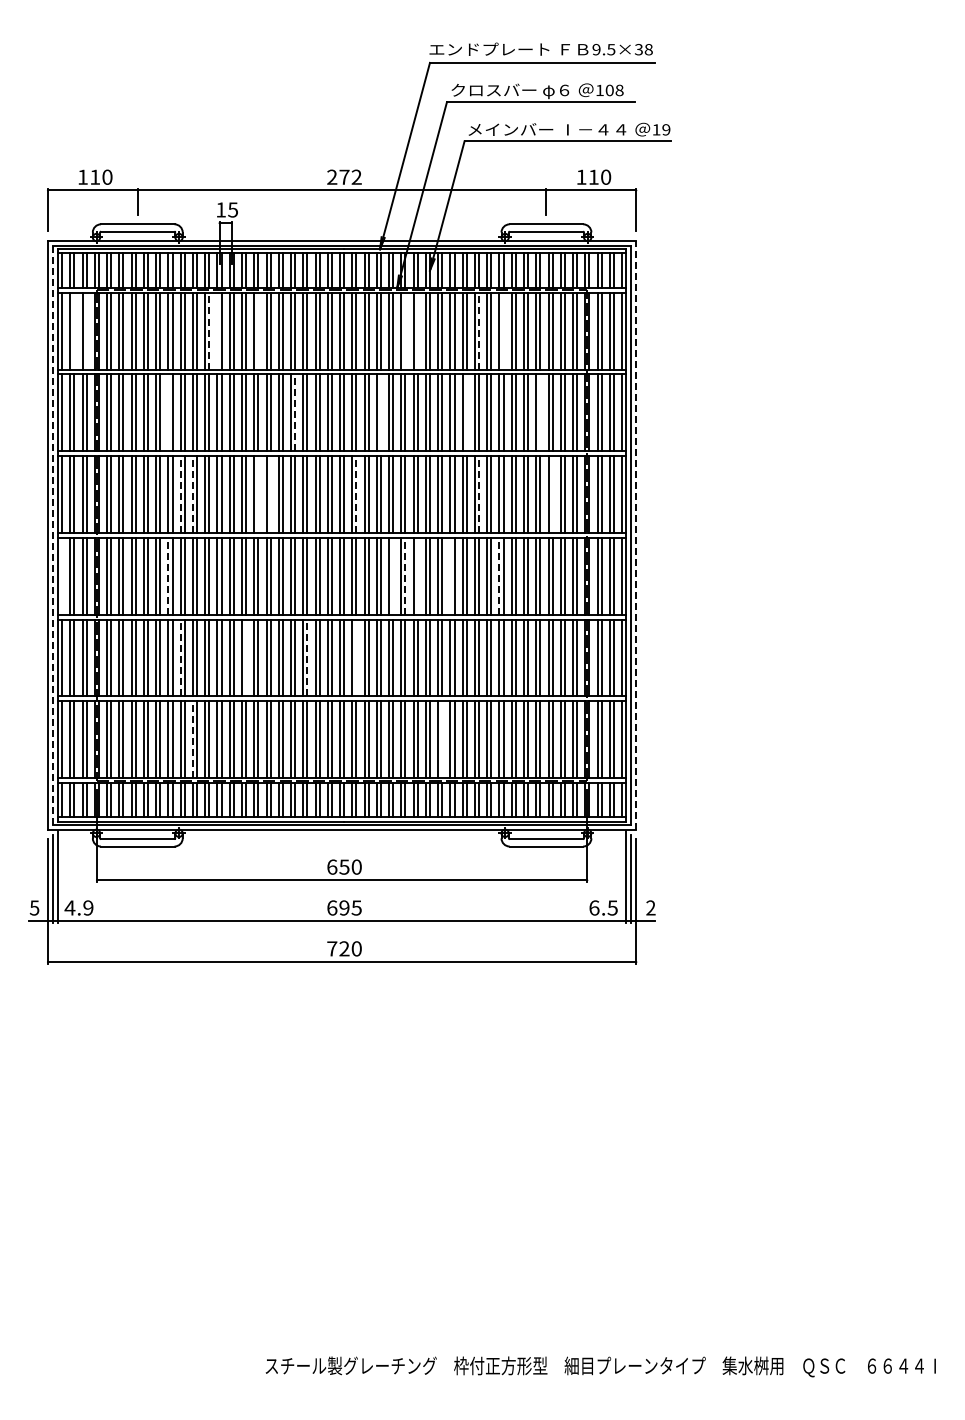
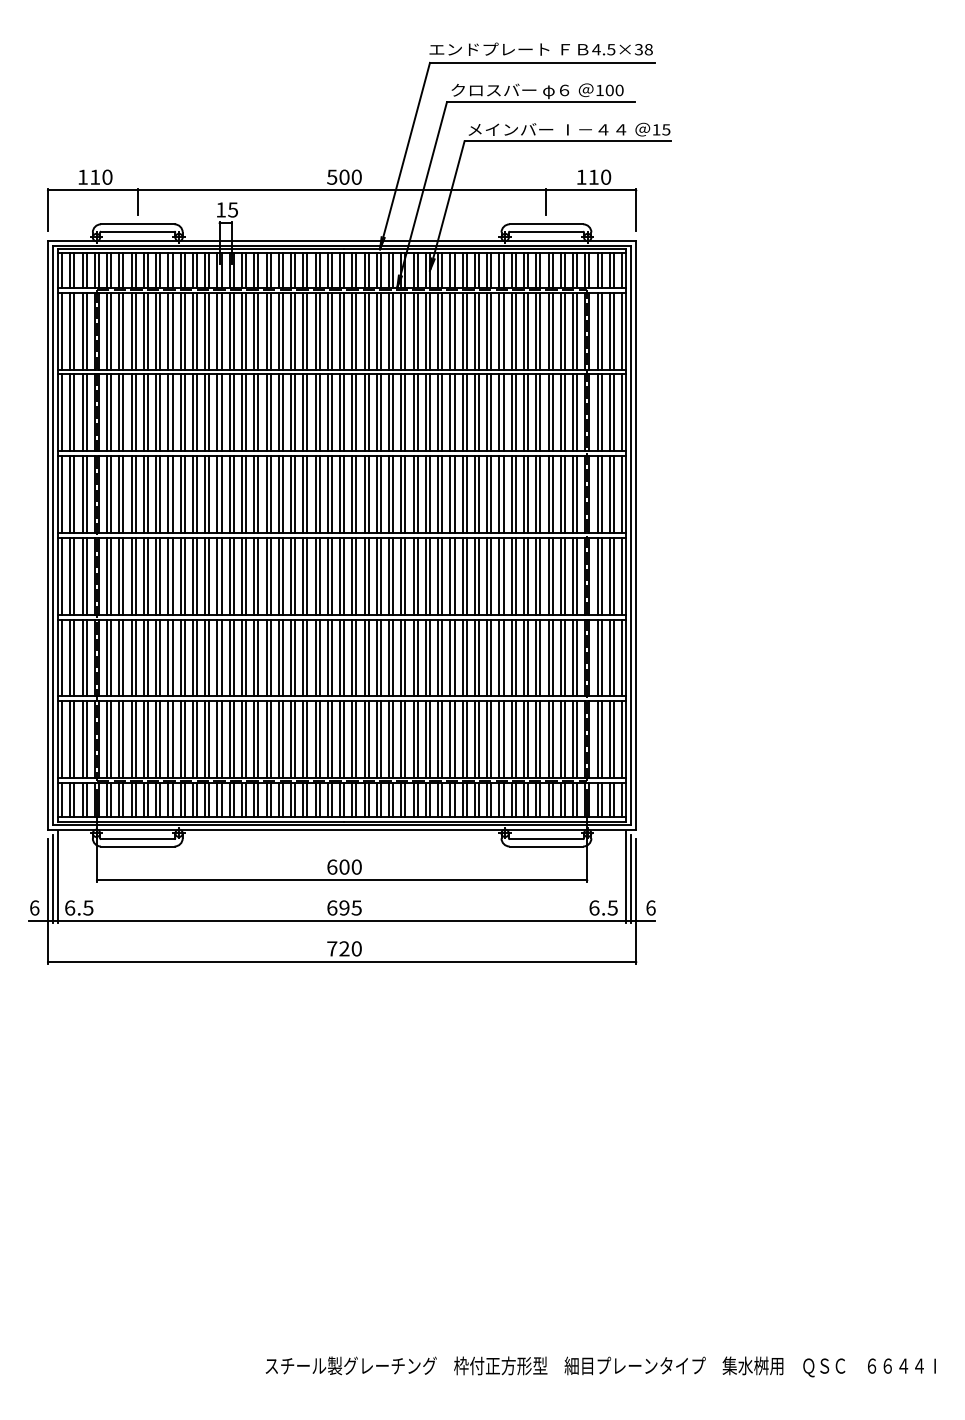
text at (596, 49): 9.5×38 -> 4.5×38
text at (619, 90): 108 -> 100
text at (666, 129): 19 -> 15
text at (344, 176): 272 -> 500
line at (74, 330): none -> present
line at (86, 330): none -> present
line at (209, 330): dashed -> solid
line at (217, 330): none -> present
line at (258, 330): none -> present
line at (405, 330): none -> present
line at (417, 330): none -> present
line at (479, 330): dashed -> solid
line at (503, 330): none -> present
line at (168, 412): none -> present
line at (295, 412): dashed -> solid
line at (380, 412): none -> present
line at (466, 412): none -> present
line at (540, 412): none -> present
line at (180, 494): dashed -> solid
line at (192, 494): dashed -> solid
line at (258, 494): none -> present
line at (270, 494): none -> present
line at (356, 494): dashed -> solid
line at (479, 494): dashed -> solid
line at (552, 494): none -> present
line at (636, 534): dashed -> solid
line at (52, 535): dashed -> solid
line at (62, 575): none -> present
line at (168, 575): dashed -> solid
line at (393, 575): none -> present
line at (405, 575): dashed -> solid
line at (417, 575): none -> present
line at (450, 575): none -> present
line at (499, 575): dashed -> solid
line at (180, 657): dashed -> solid
line at (246, 657): none -> present
line at (307, 657): dashed -> solid
line at (356, 657): none -> present
line at (192, 739): dashed -> solid
line at (442, 739): none -> present
text at (344, 866): 650 -> 600
text at (34, 907): 5 -> 6
text at (78, 907): 4.9 -> 6.5
text at (650, 907): 2 -> 6
